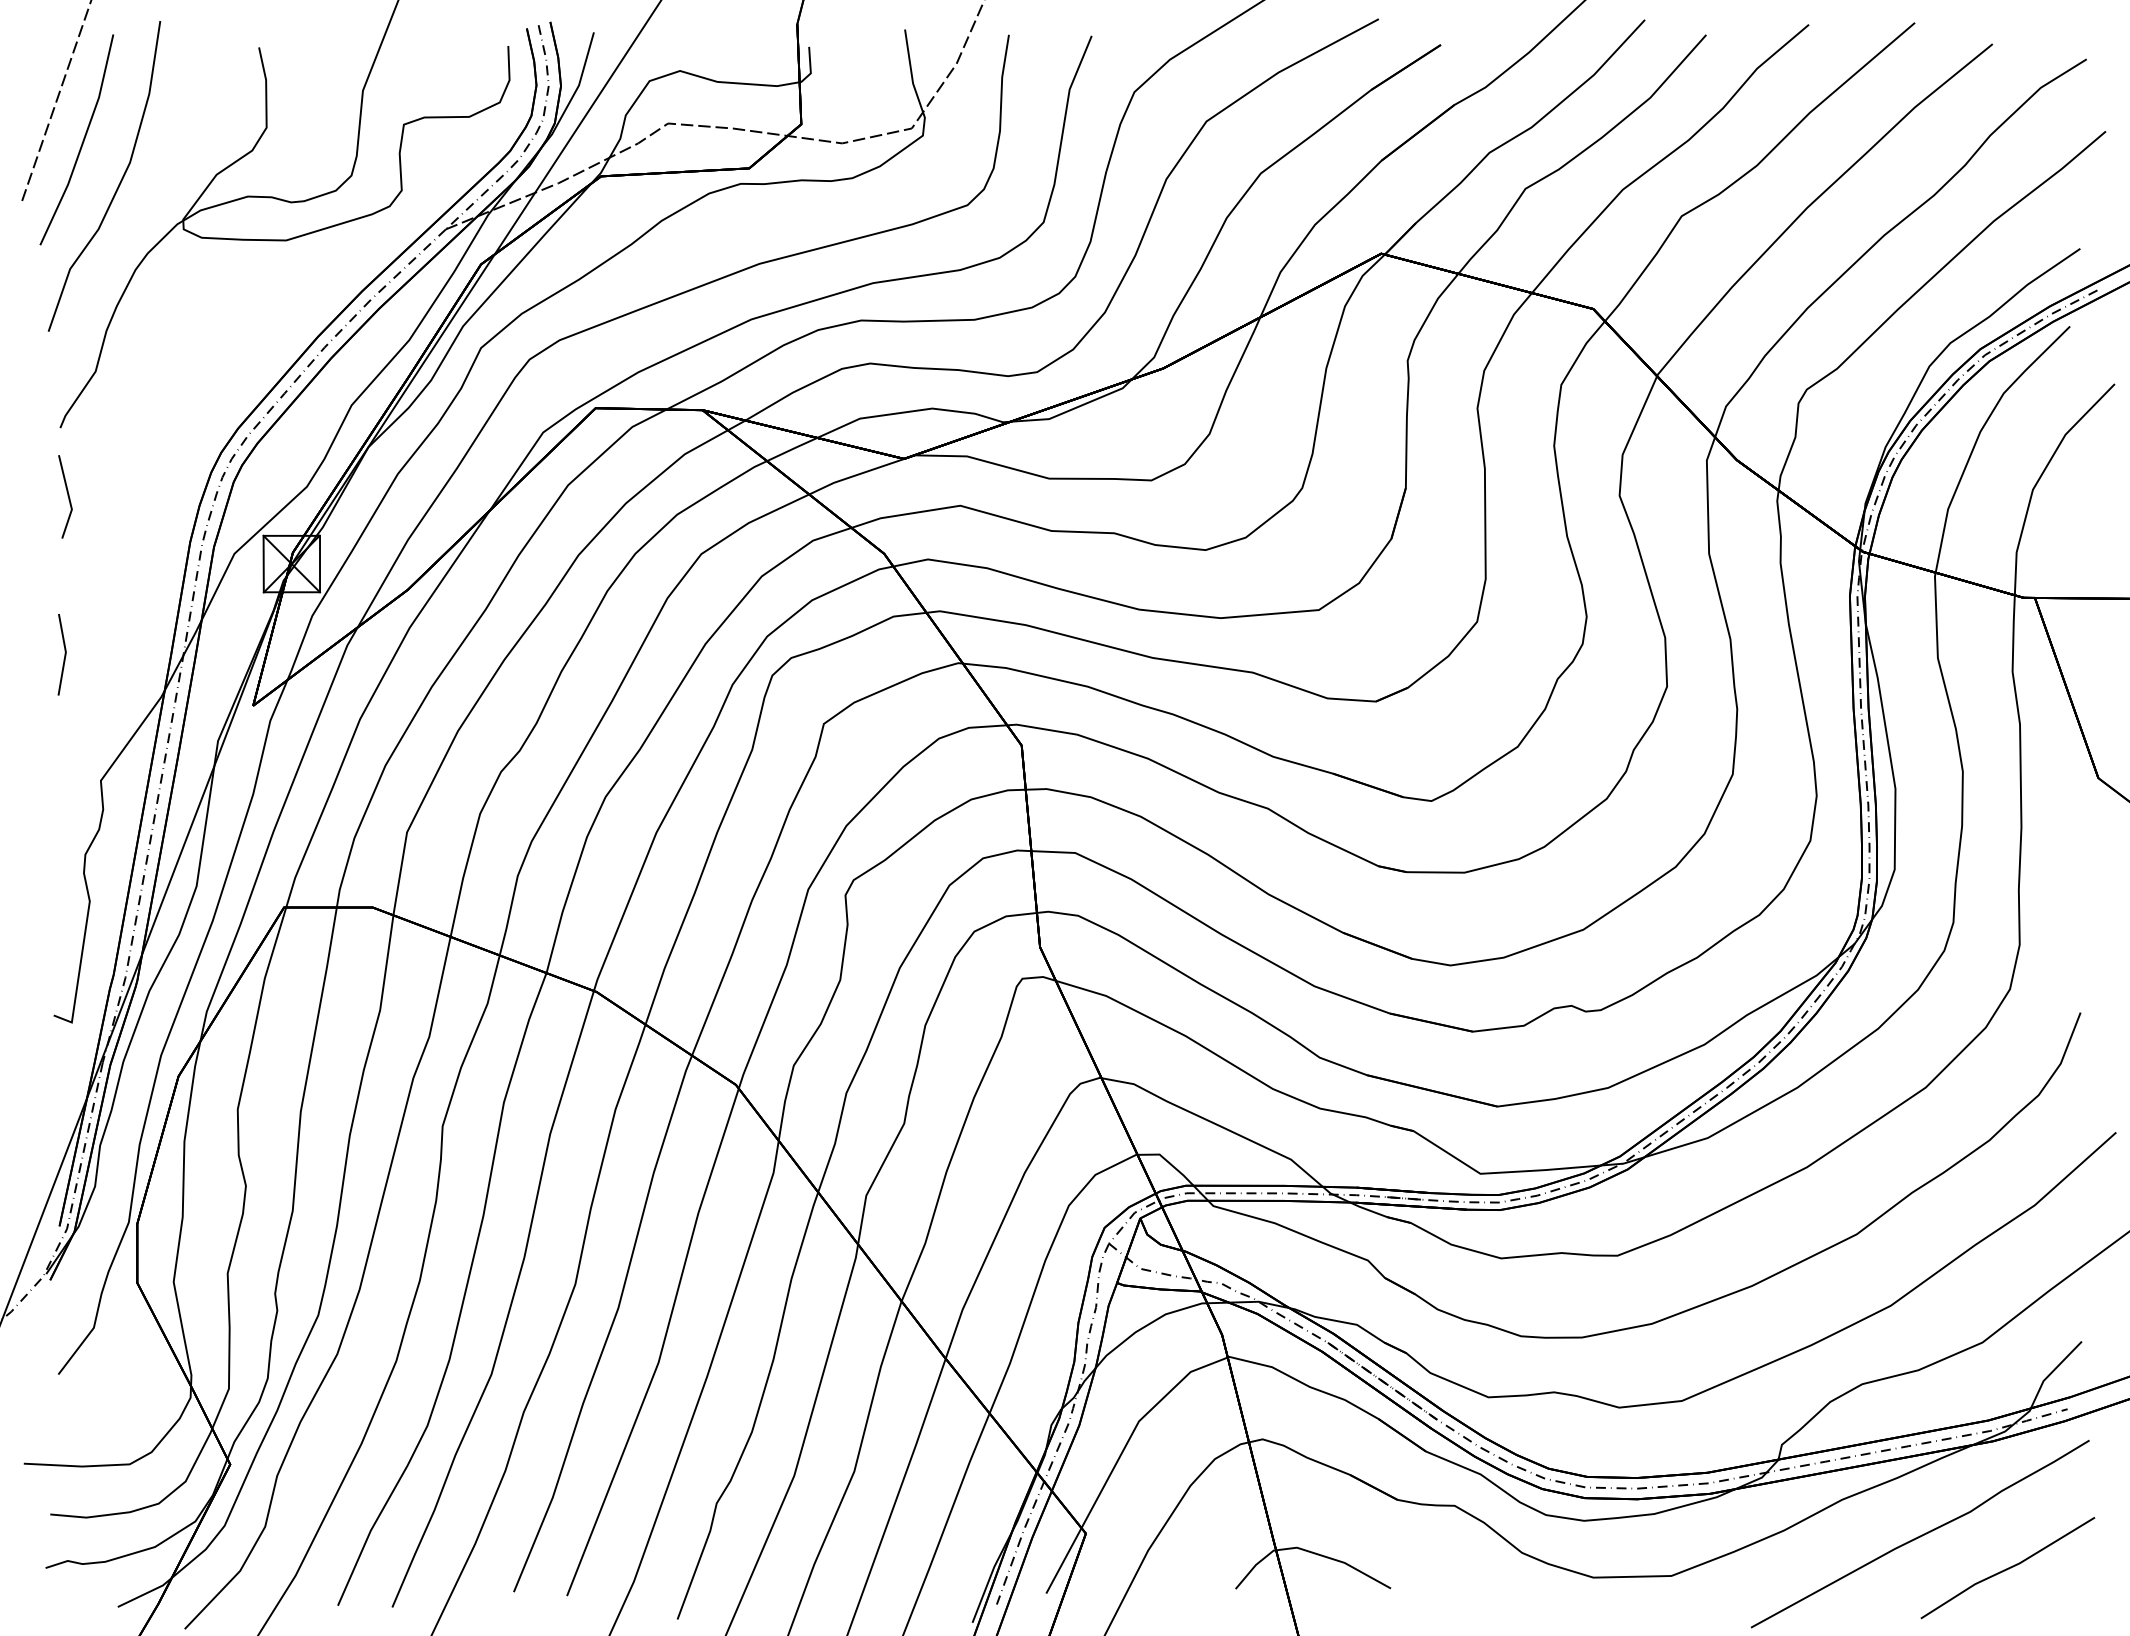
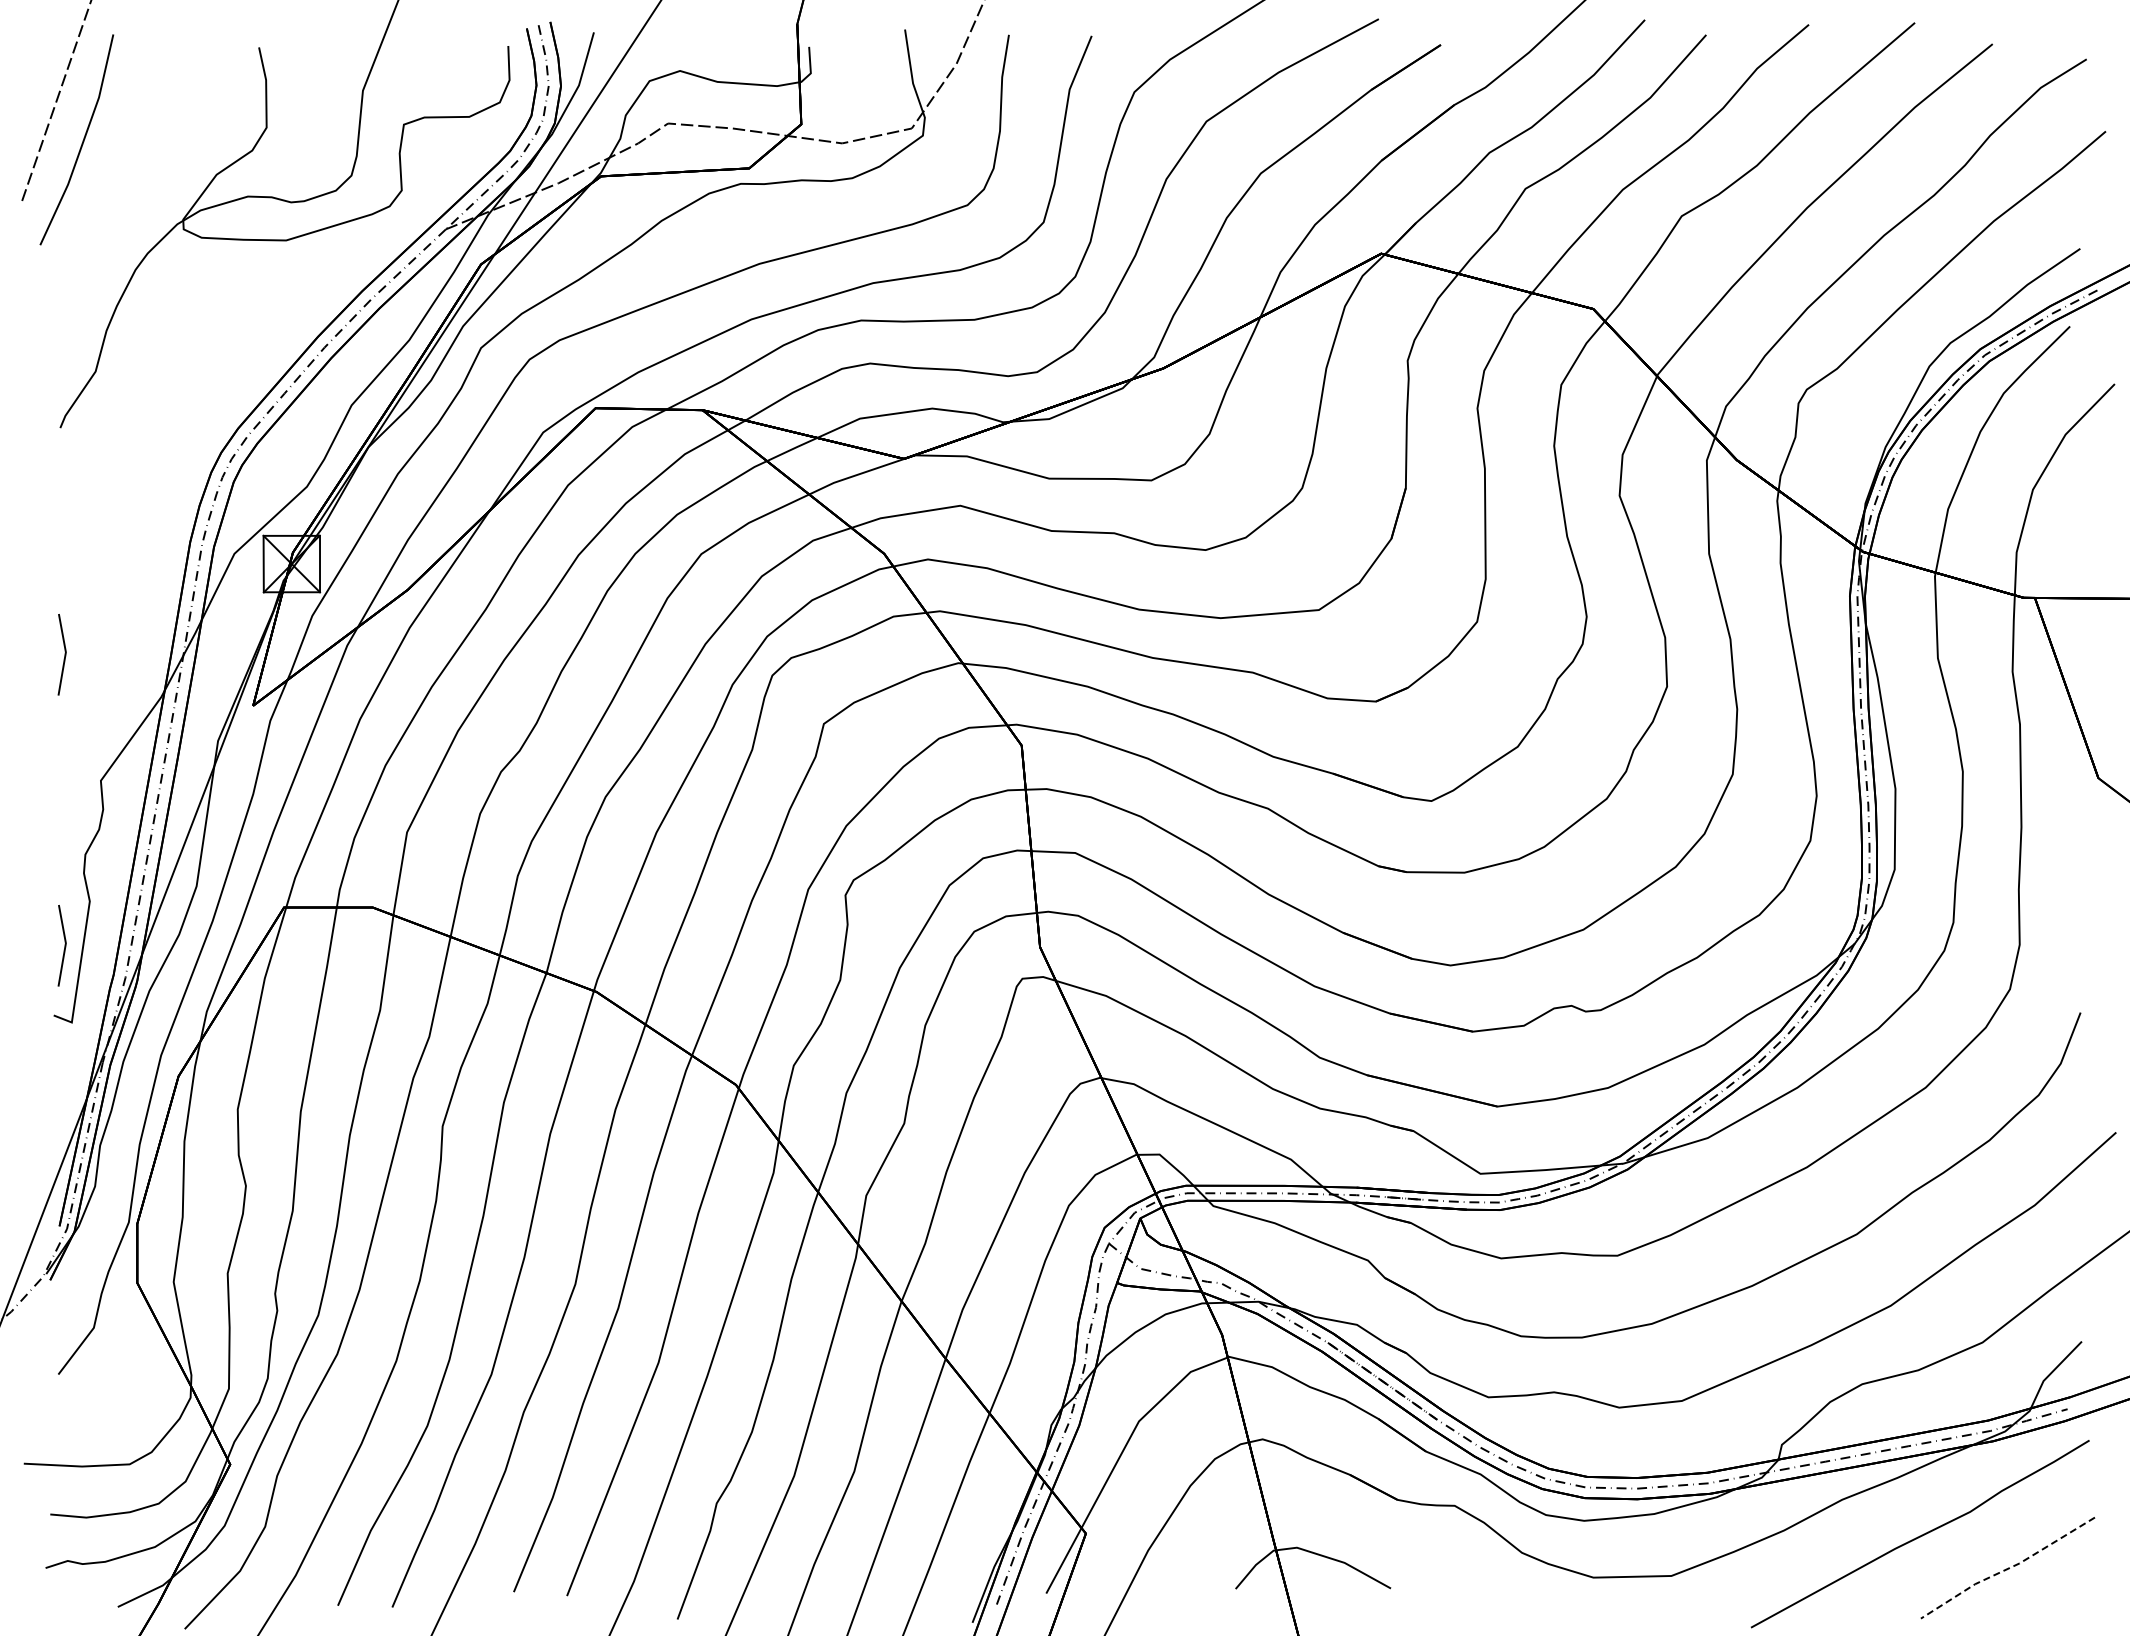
curve at (118, 184): present -> none
line at (67, 496): present -> none
line at (64, 945): none -> present
line at (2007, 1568): solid -> dashed
